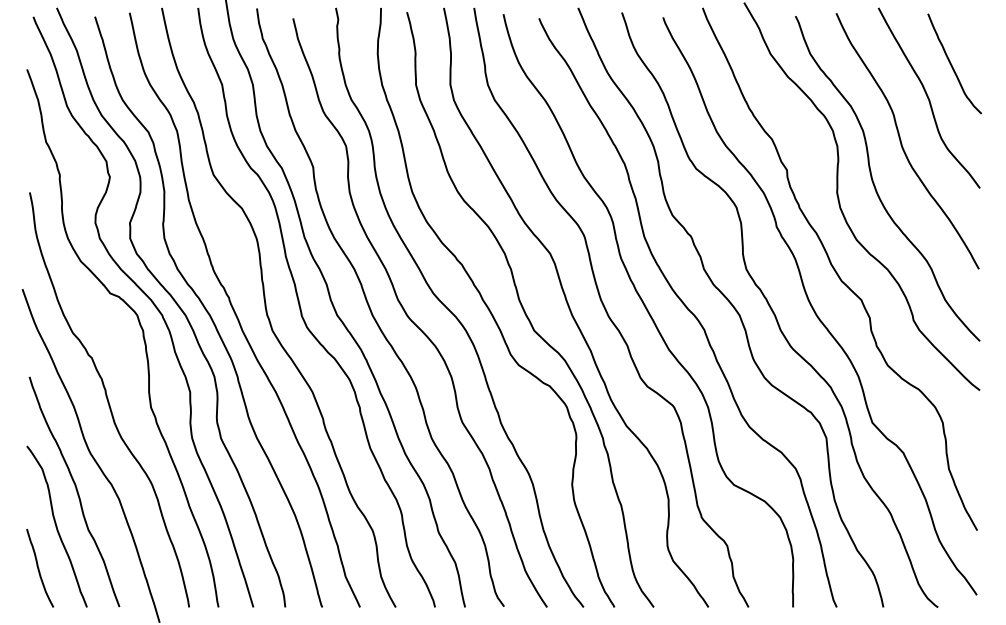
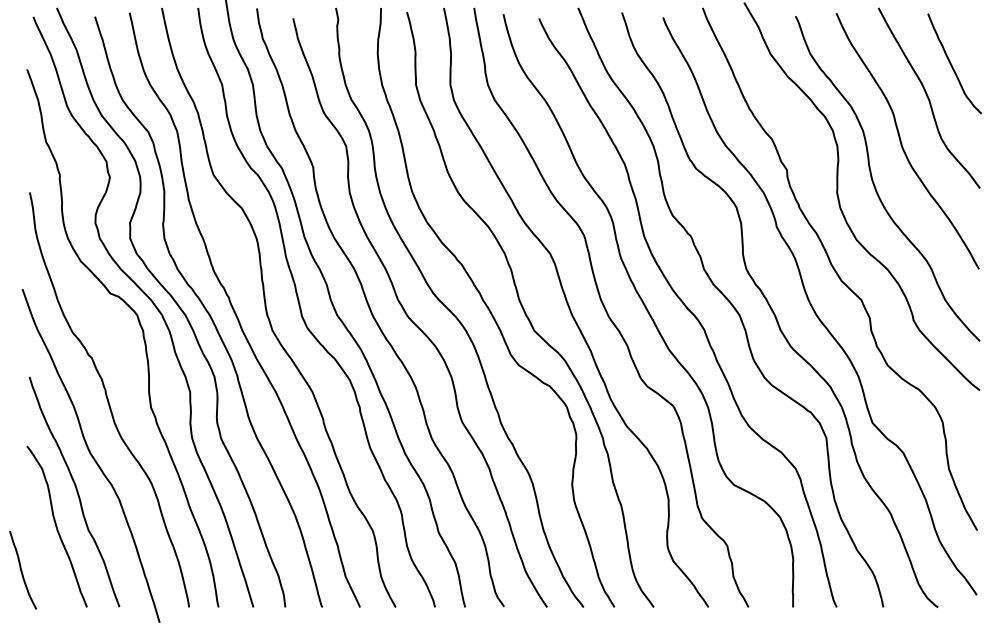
curve at (39, 568) position: (39, 568) -> (22, 570)
